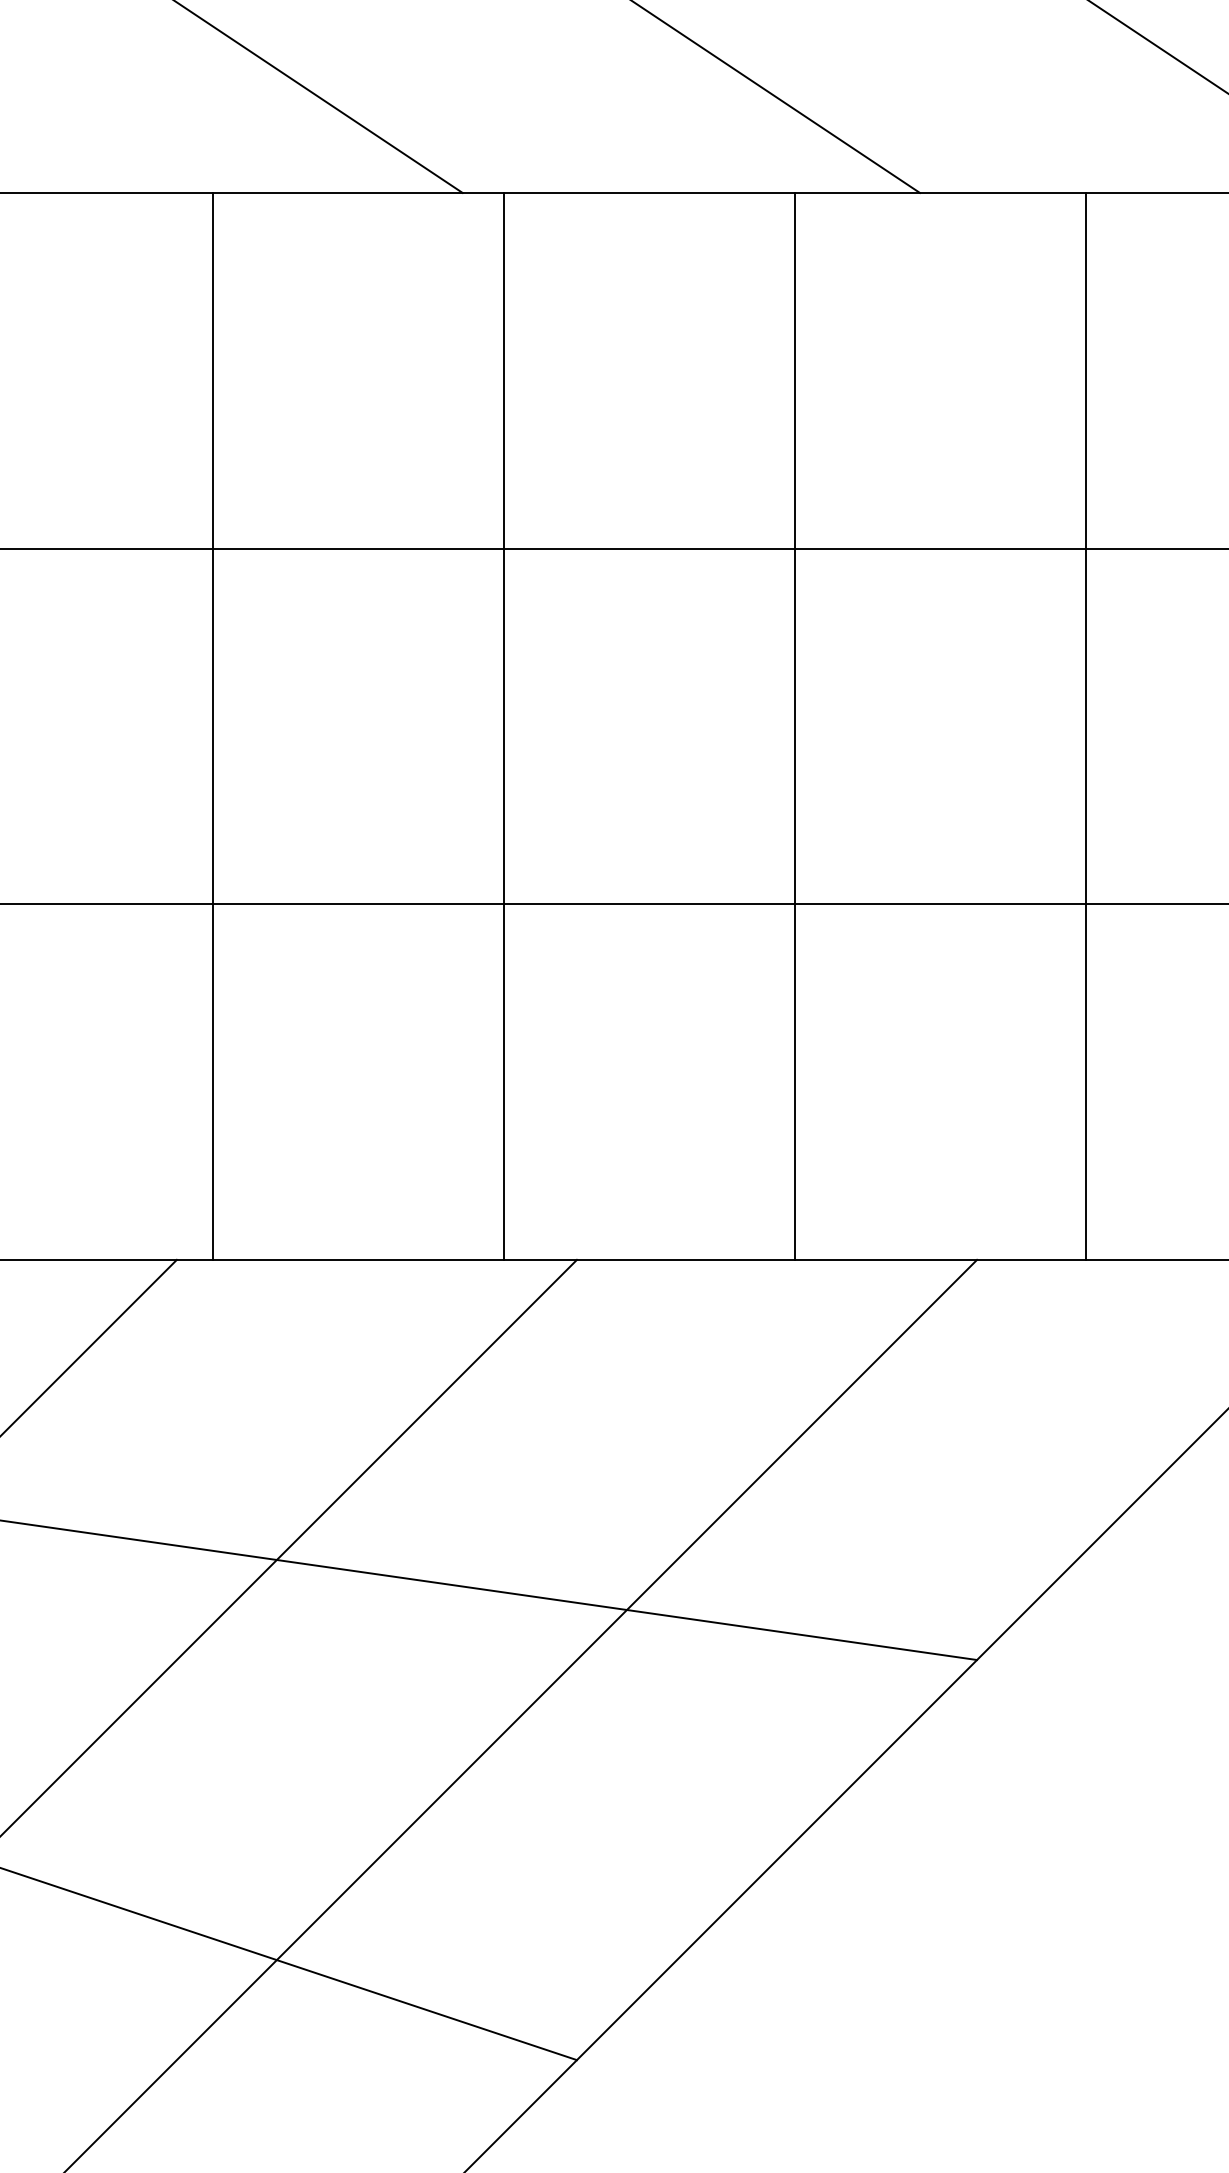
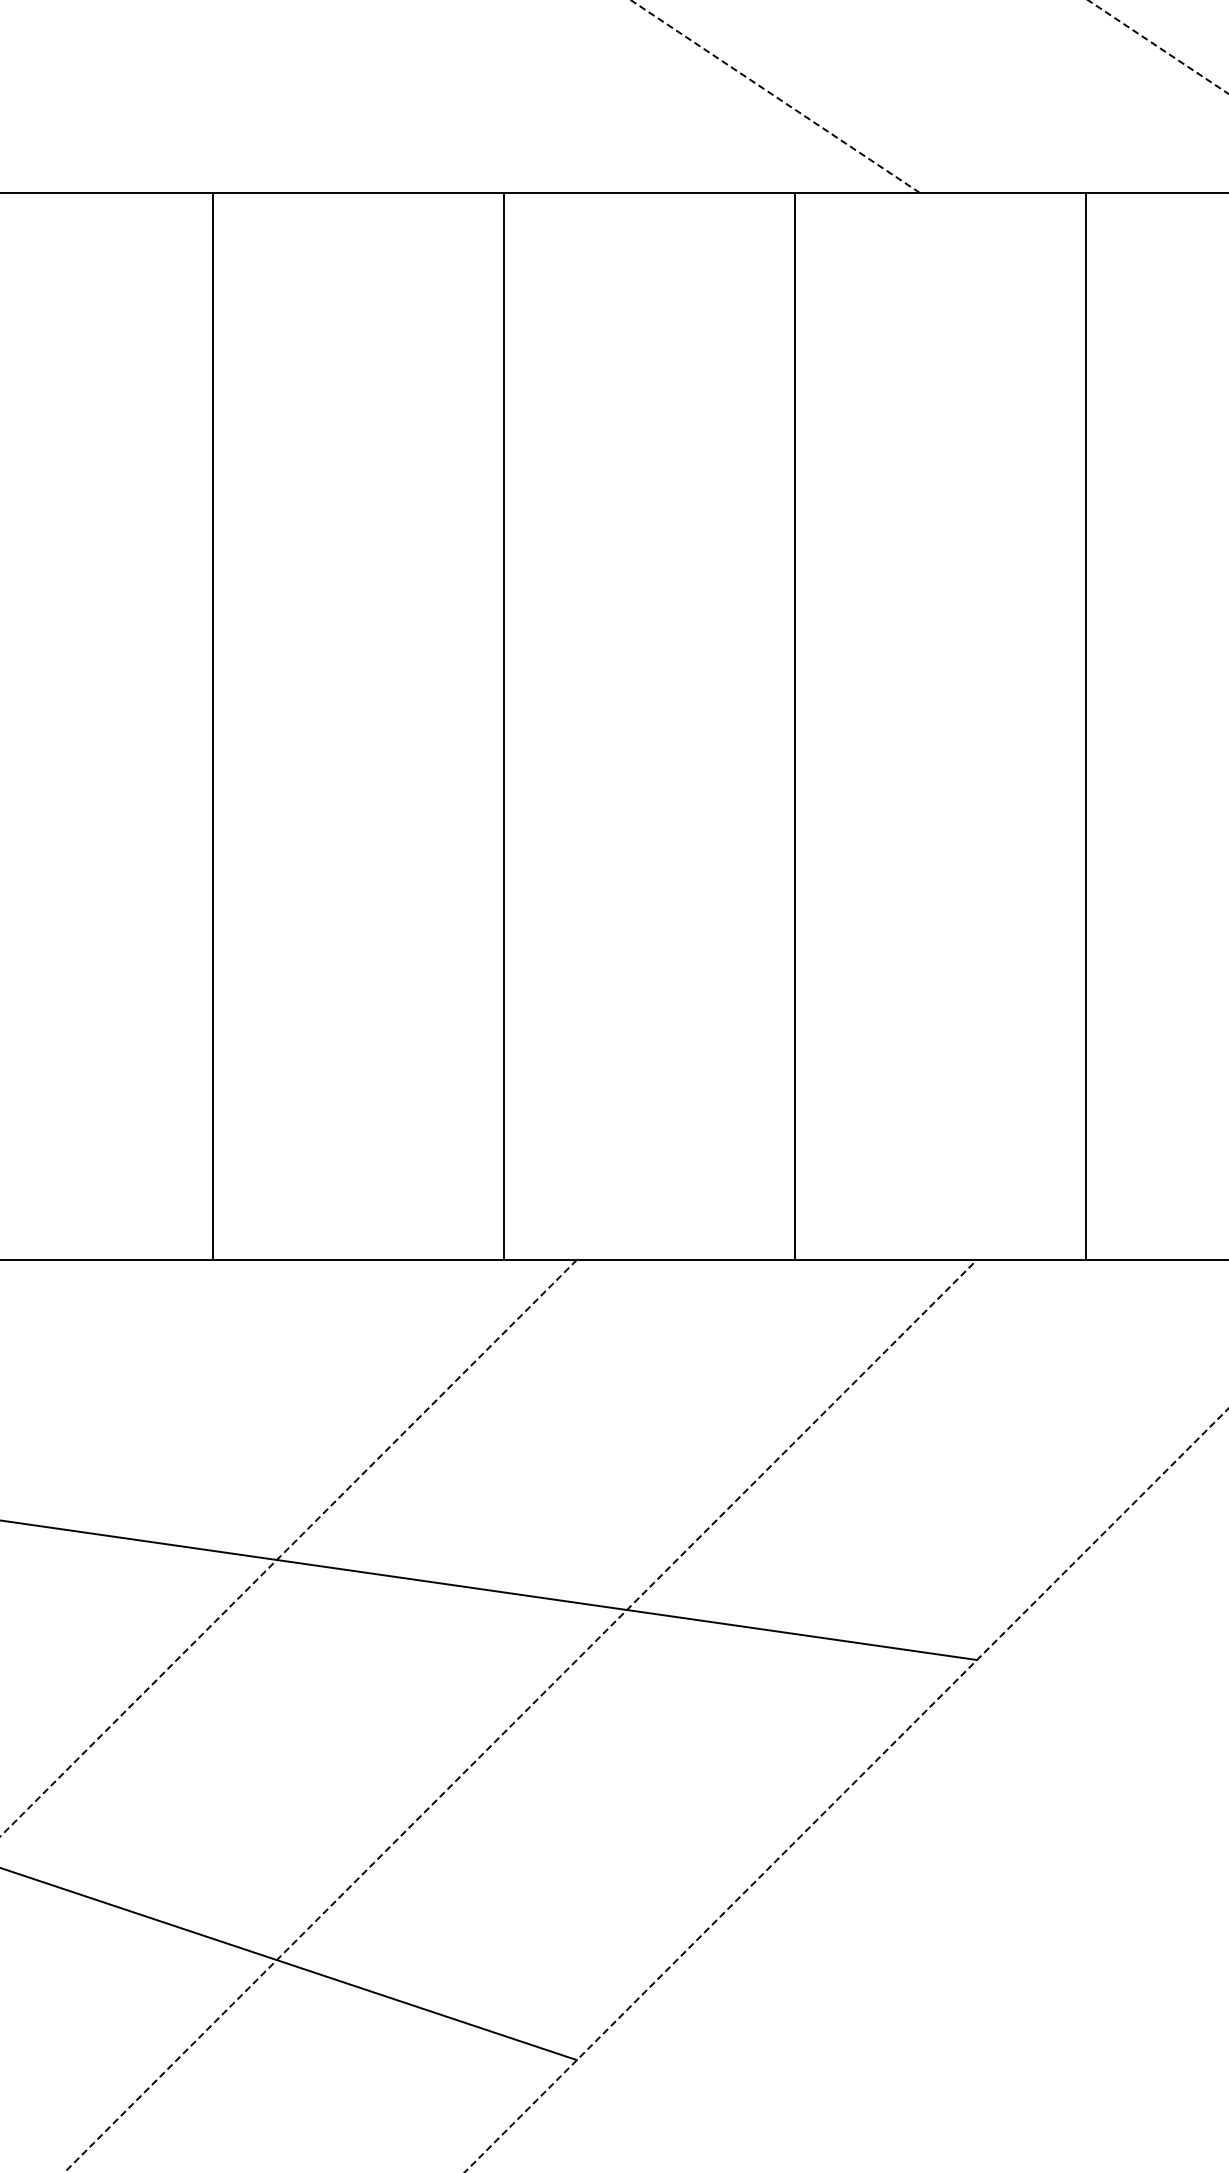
line at (1158, 47): solid -> dashed
line at (775, 96): solid -> dashed
line at (319, 97): present -> none
line at (613, 548): present -> none
line at (613, 904): present -> none
line at (89, 1346): present -> none
line at (289, 1547): solid -> dashed
line at (521, 1715): solid -> dashed
line at (846, 1790): solid -> dashed
